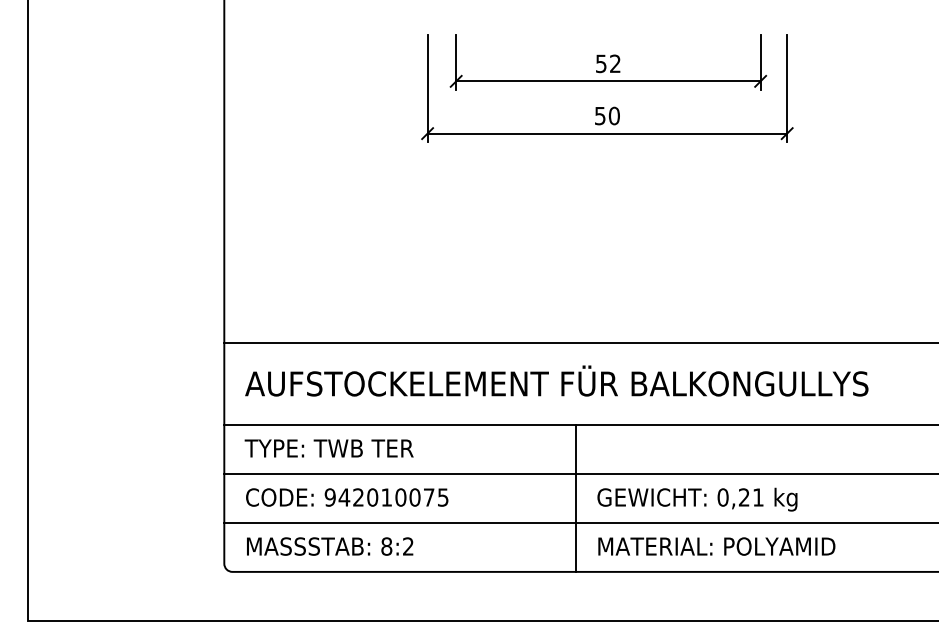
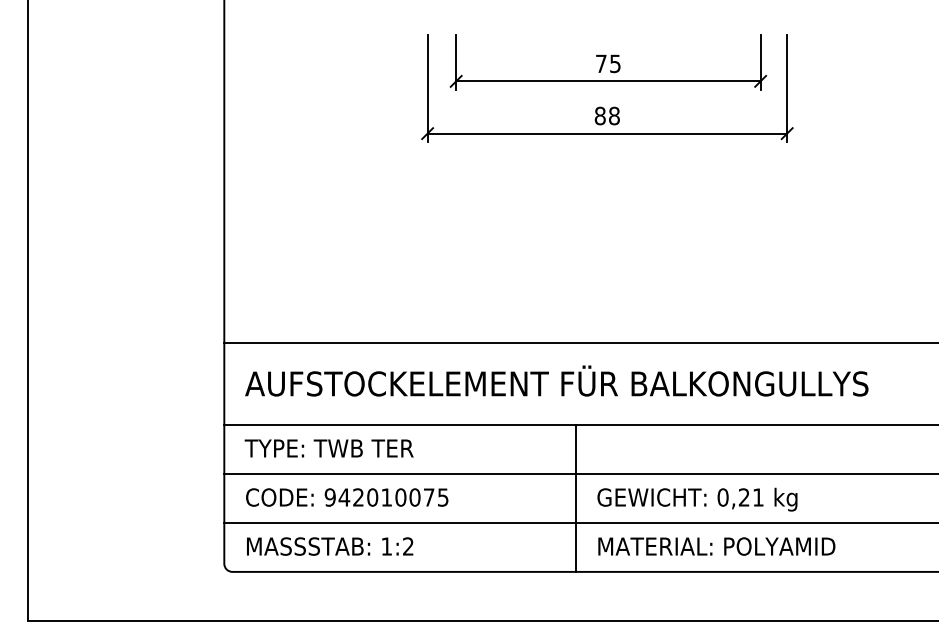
text at (608, 63): 52 -> 75
text at (606, 115): 50 -> 88
text at (386, 546): 8:2 -> 1:2
